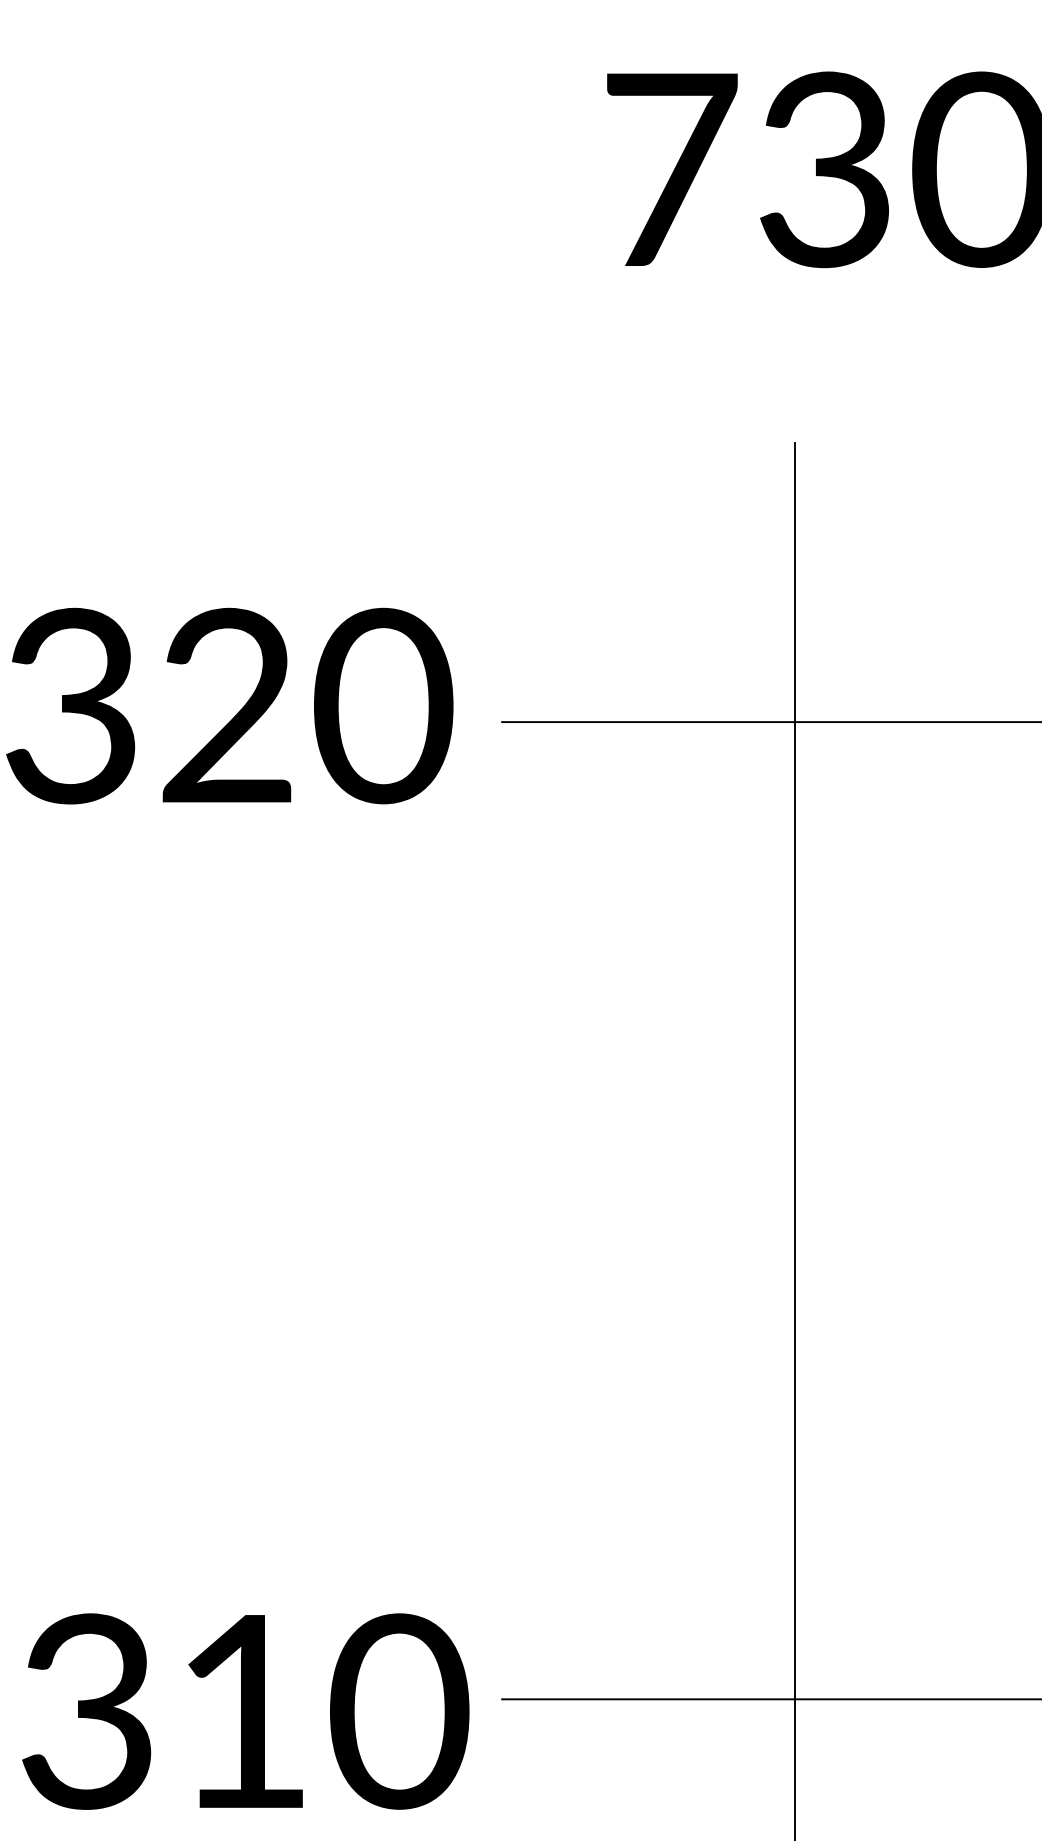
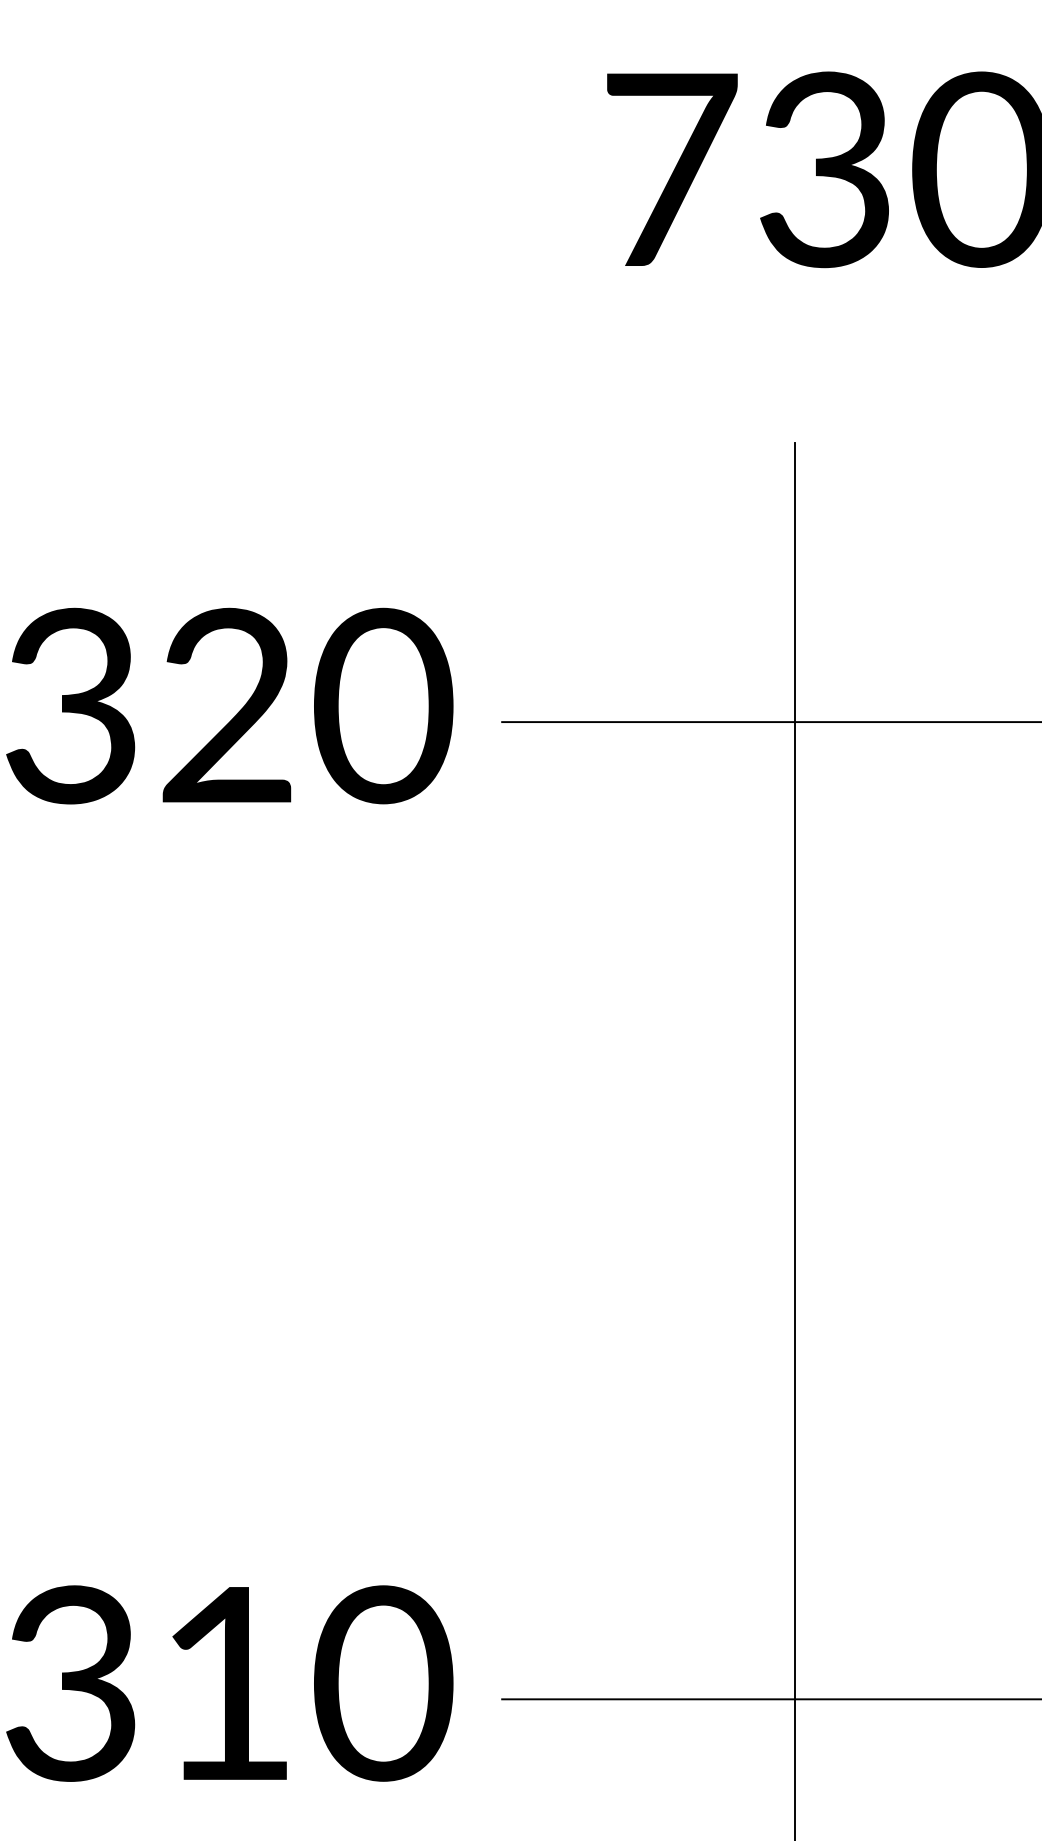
text at (245, 1711) position: (245, 1711) -> (229, 1683)
